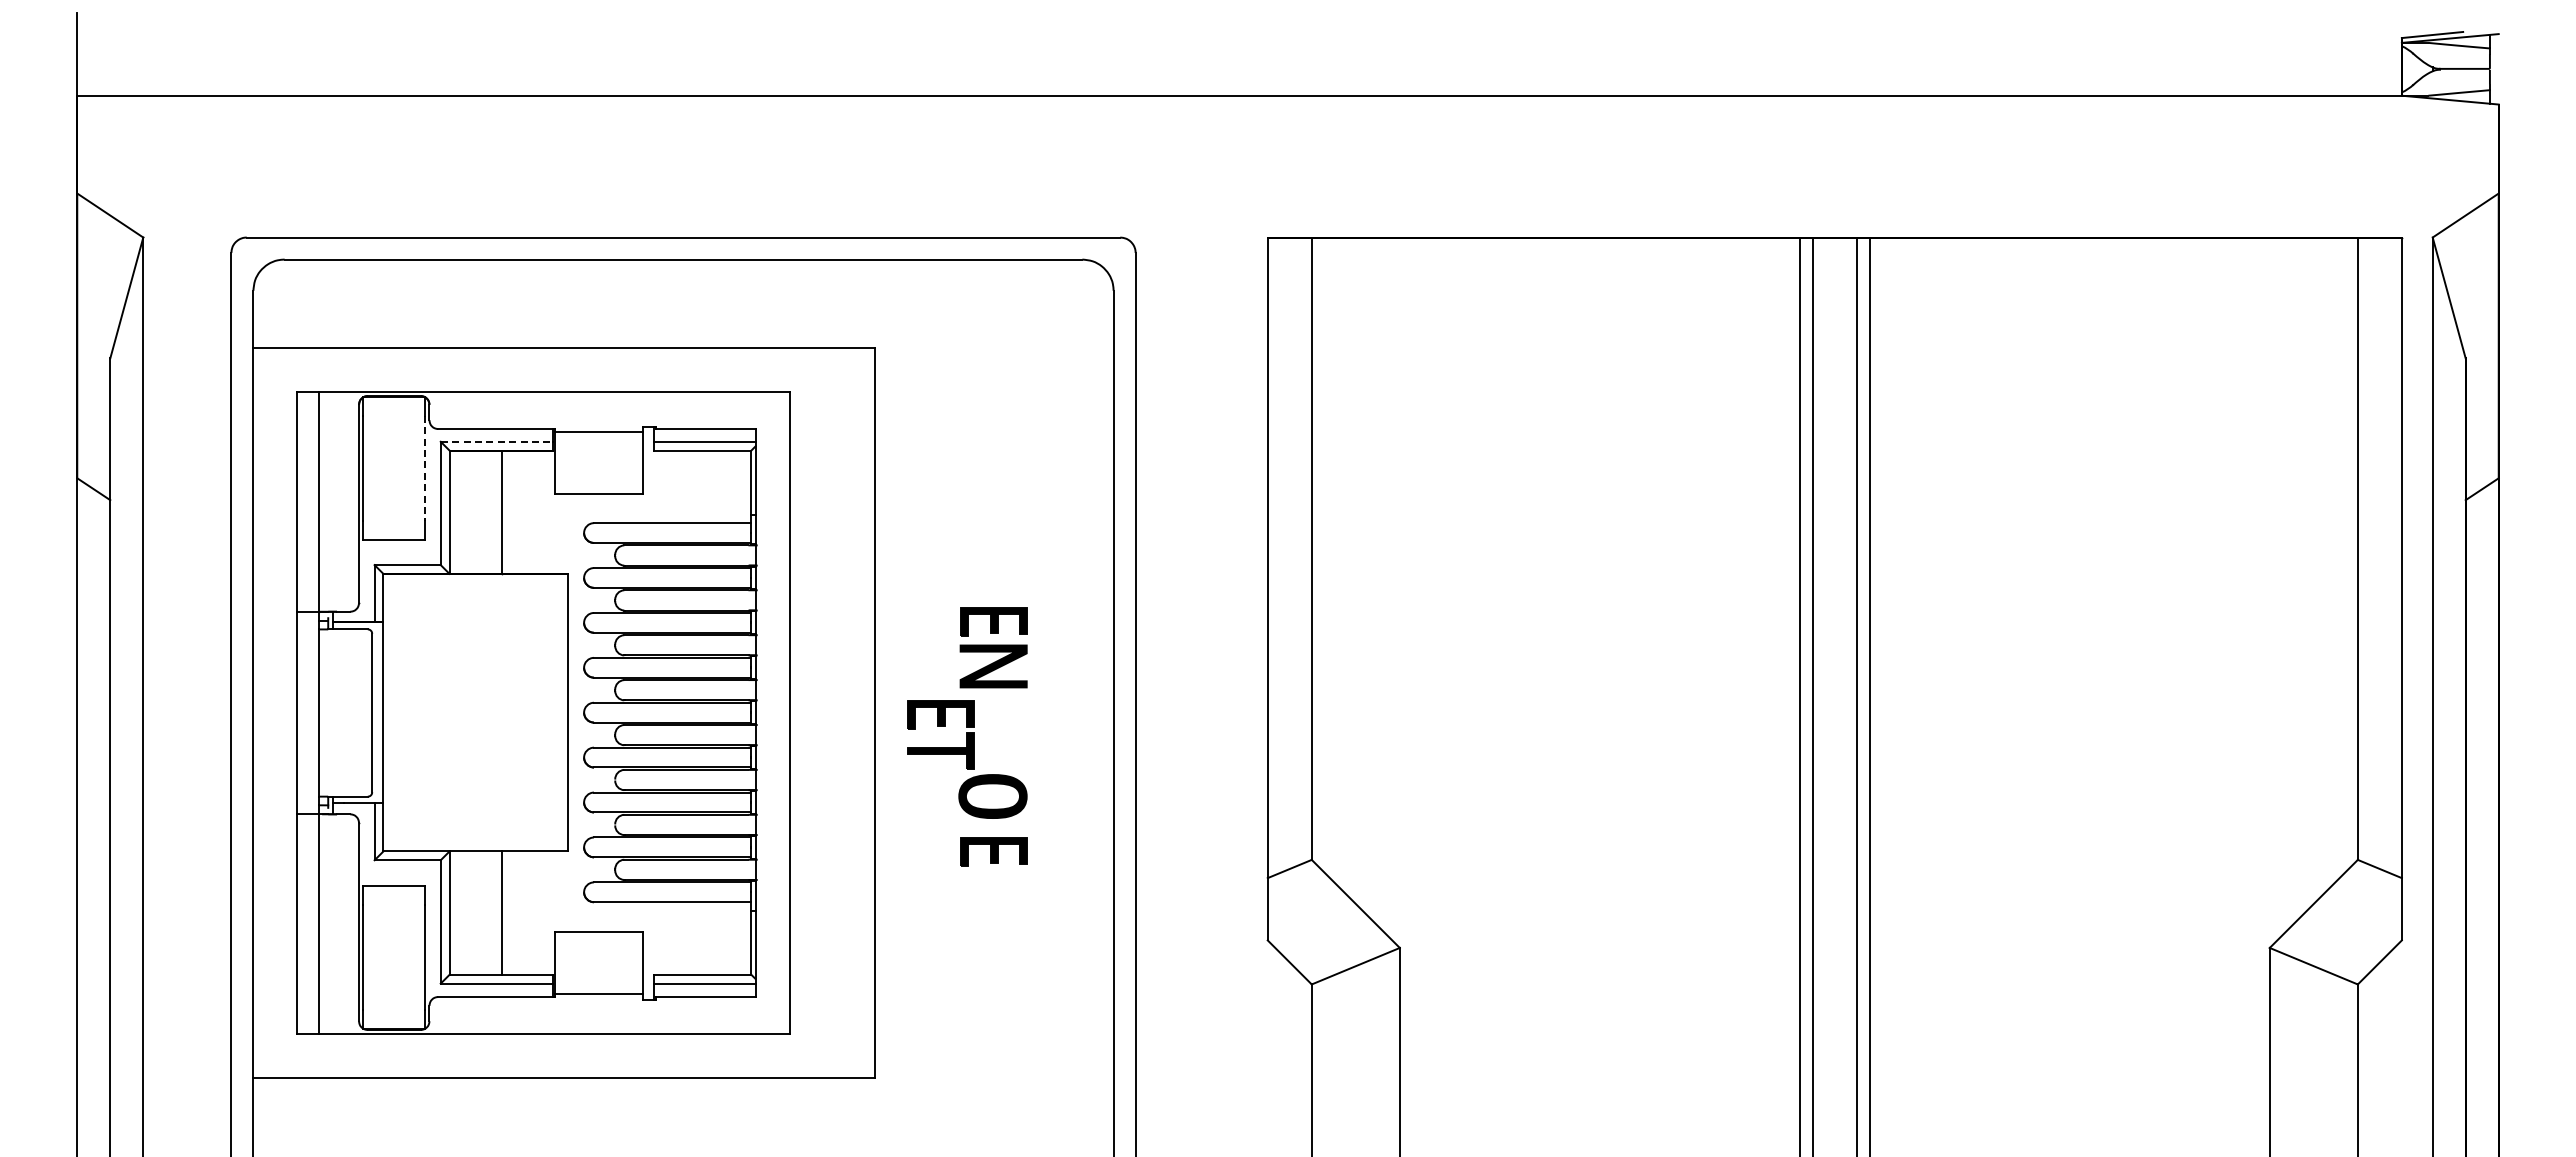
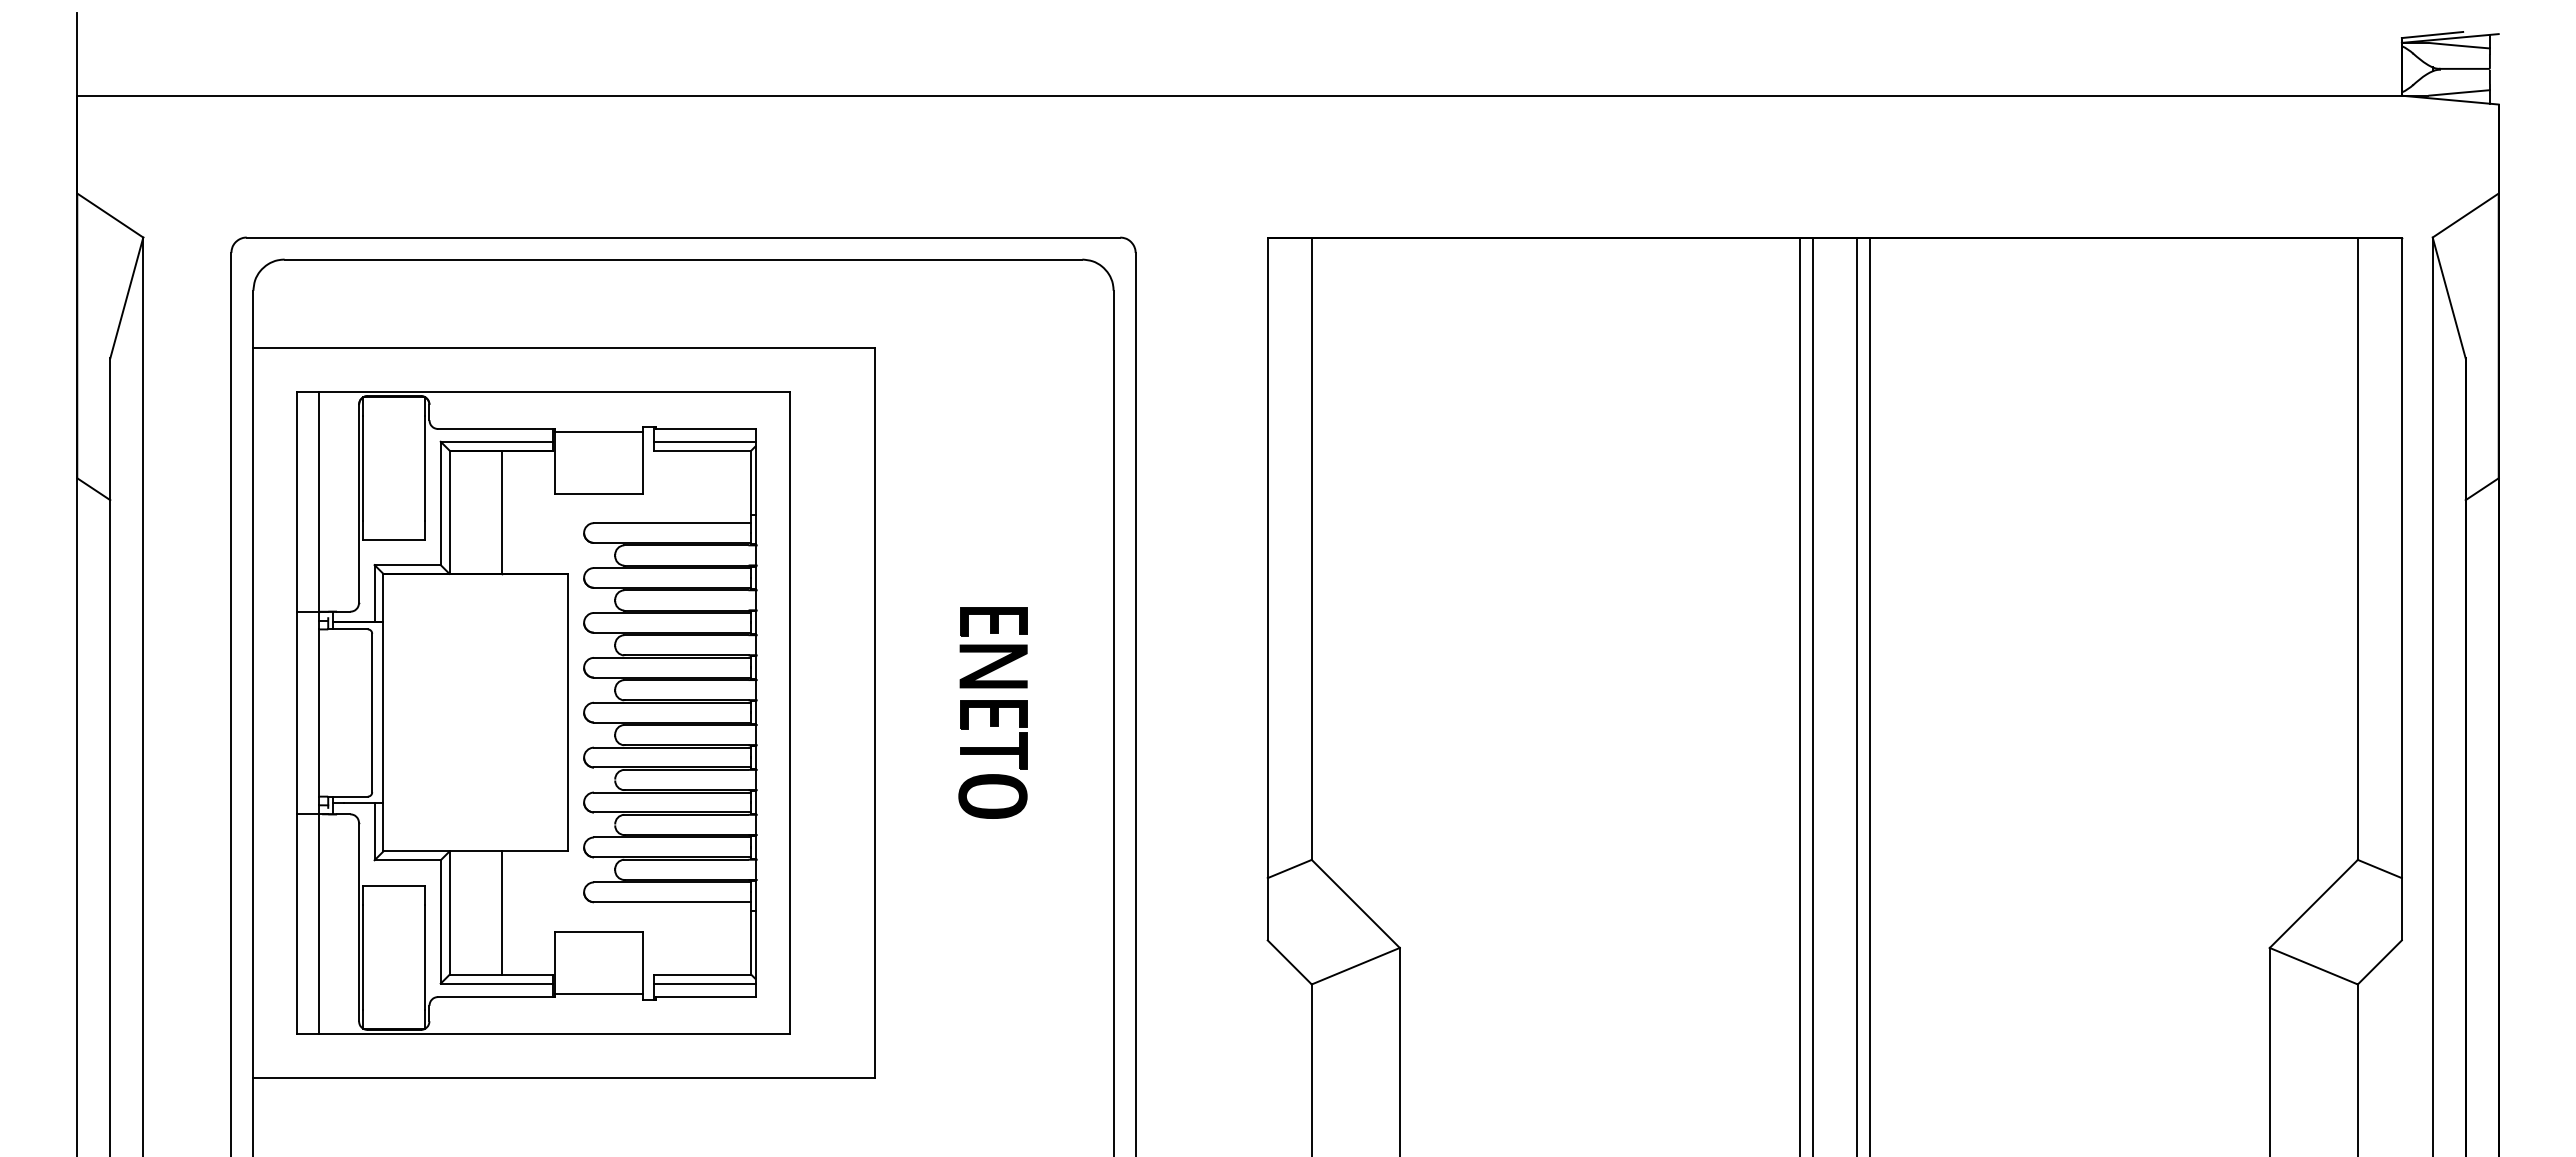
line at (497, 441): dashed -> solid
line at (425, 468): dashed -> solid
part at (940, 726) position: (940, 726) -> (993, 726)
part at (993, 851): present -> none
